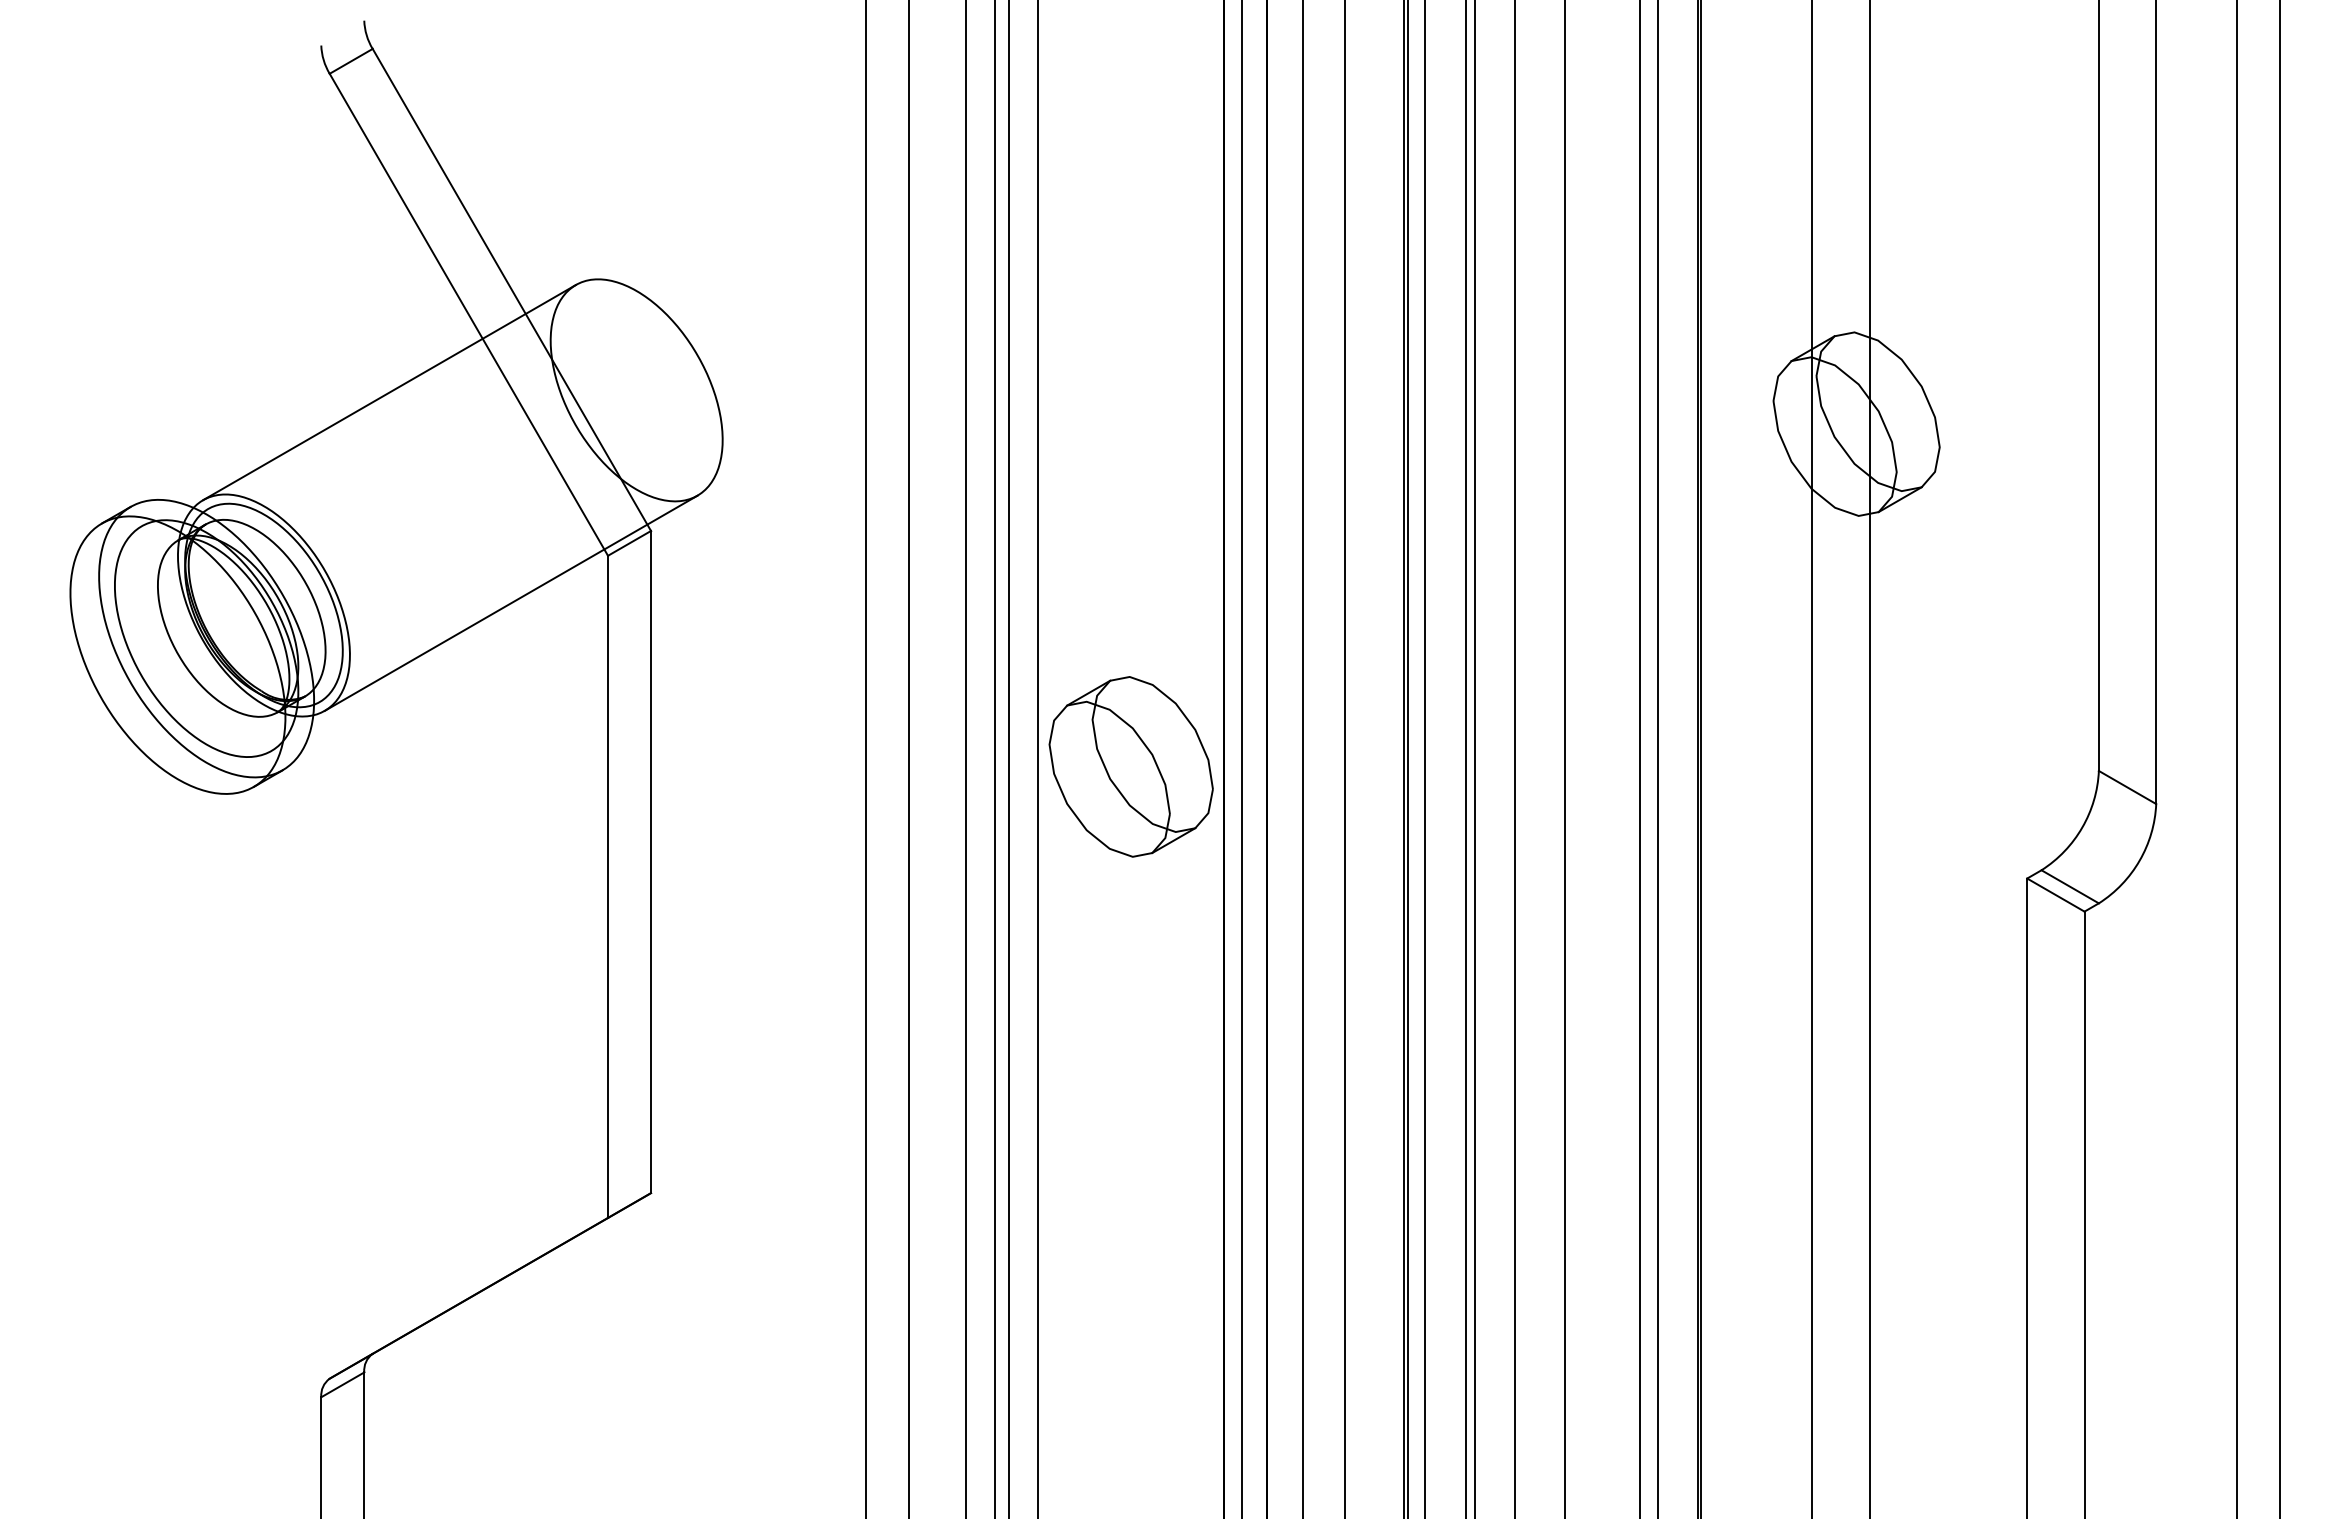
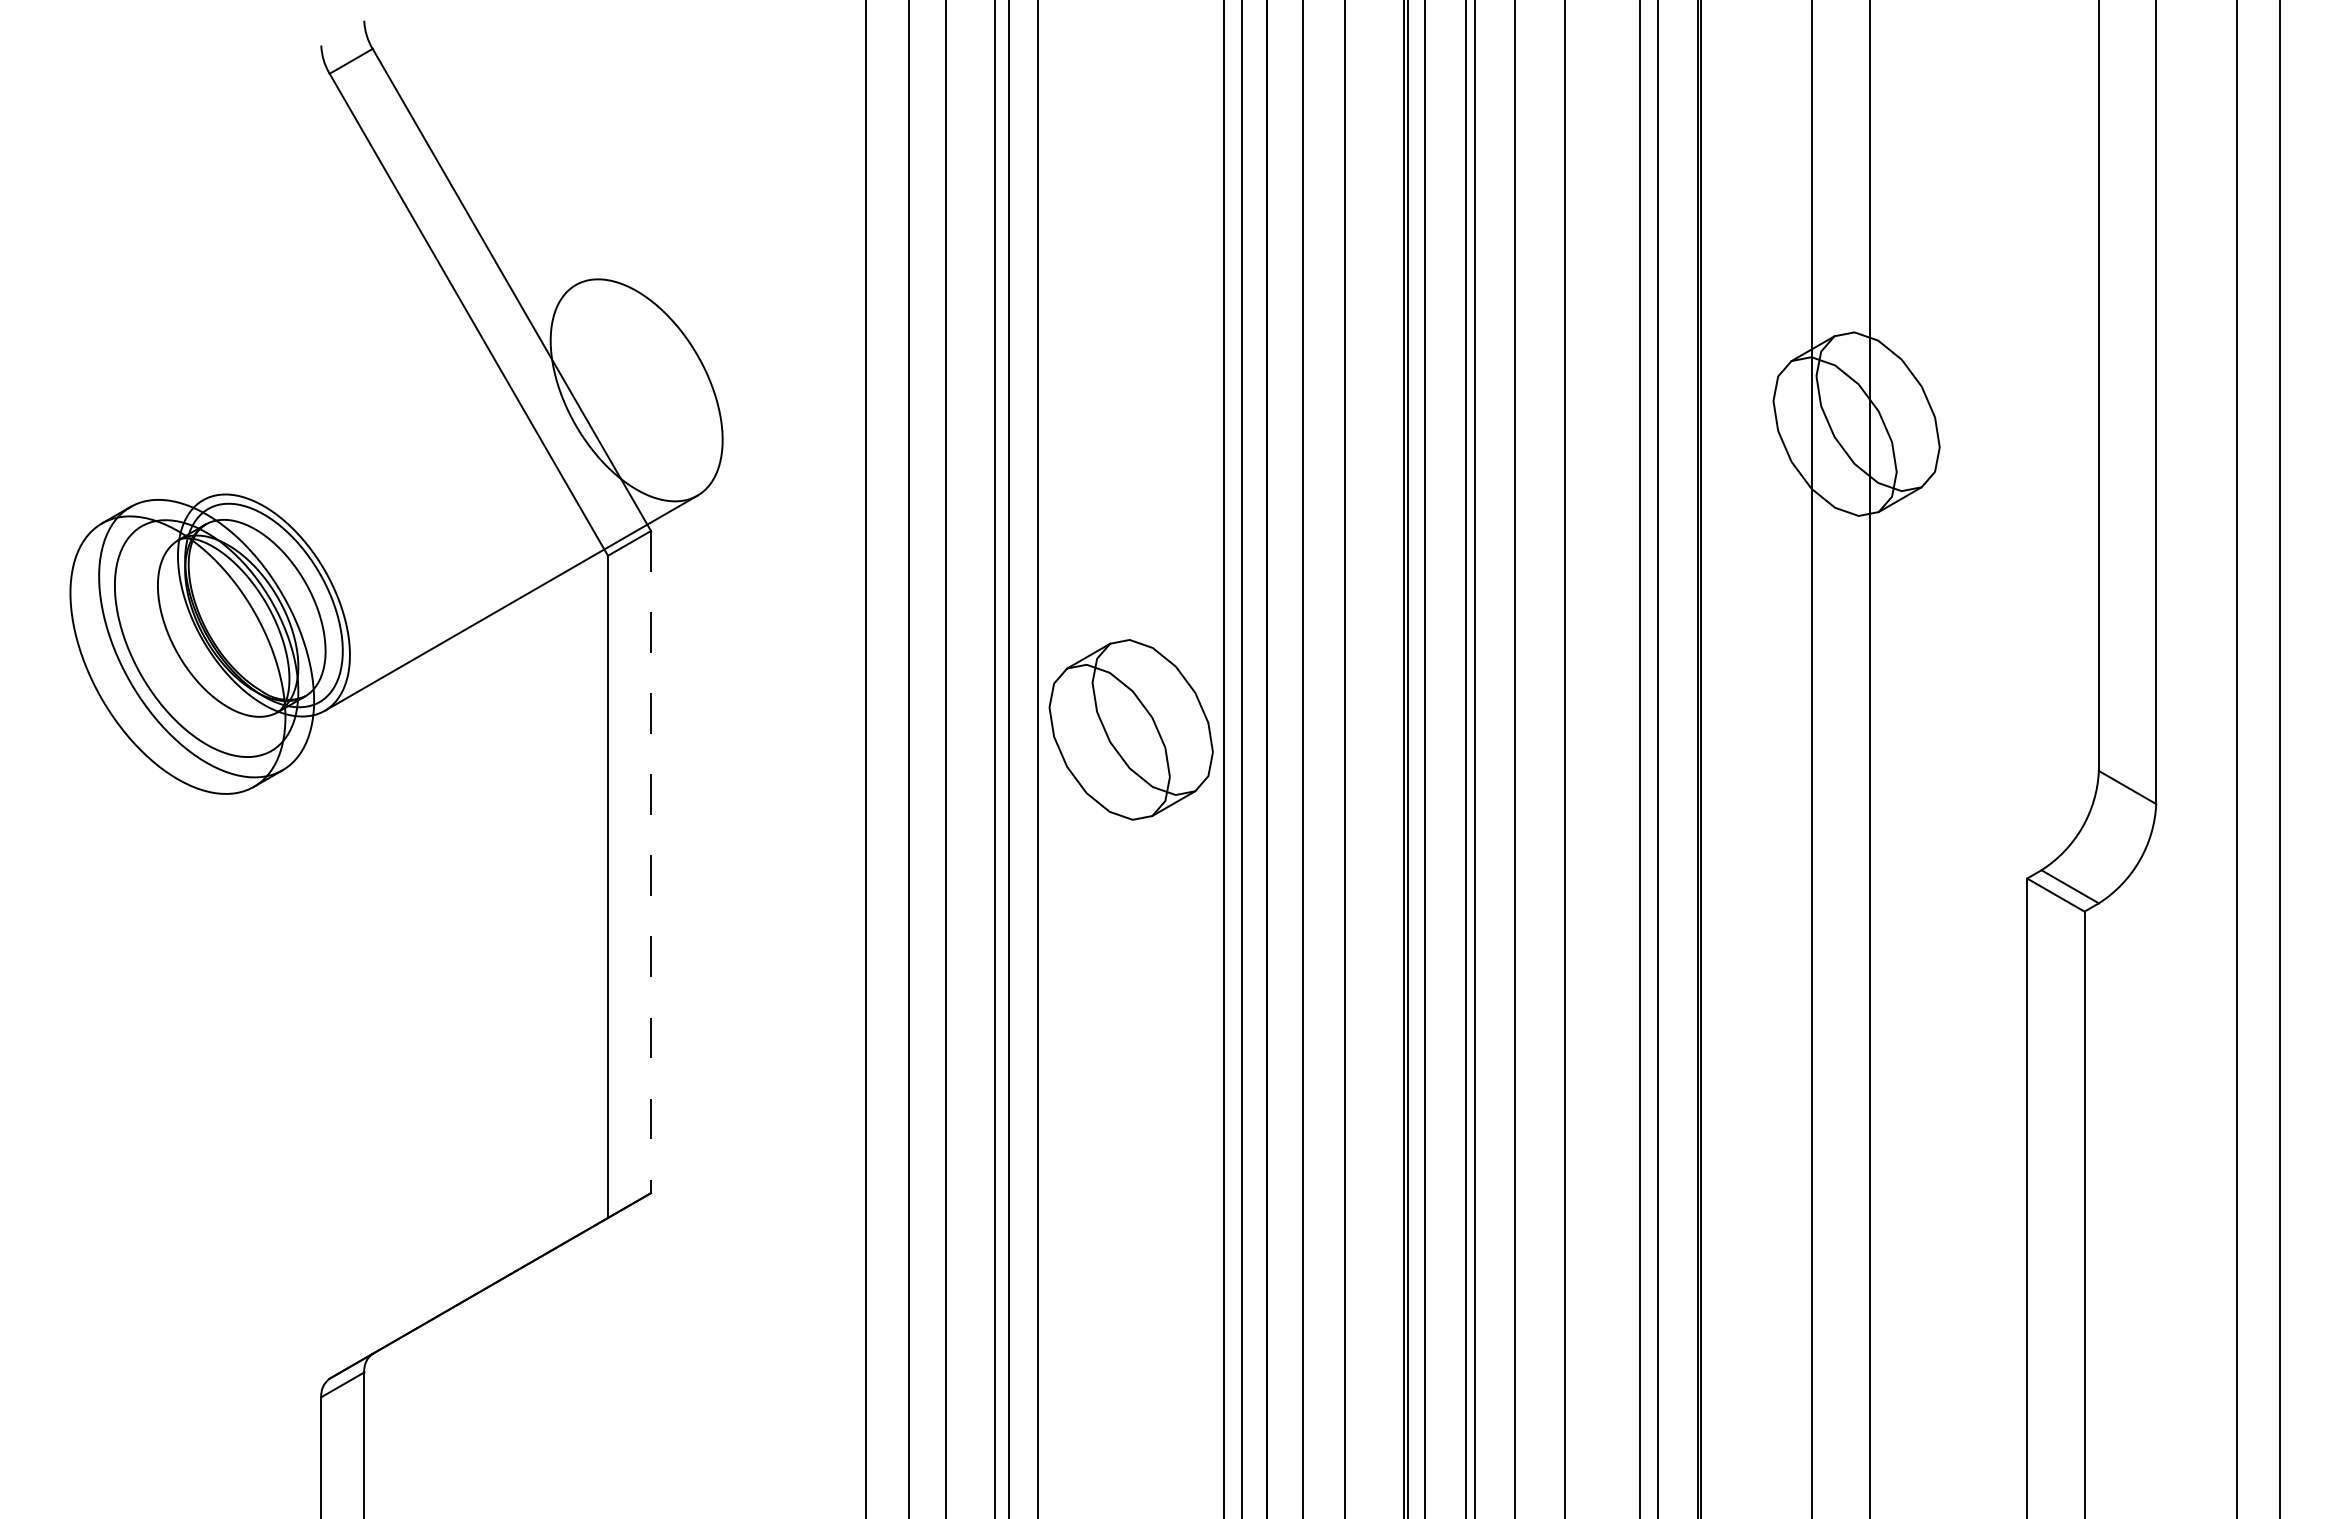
line at (389, 392): present -> none
line at (966, 758) position: (966, 758) -> (946, 758)
part at (1130, 766) position: (1130, 766) -> (1130, 729)
line at (651, 862): solid -> dashed
